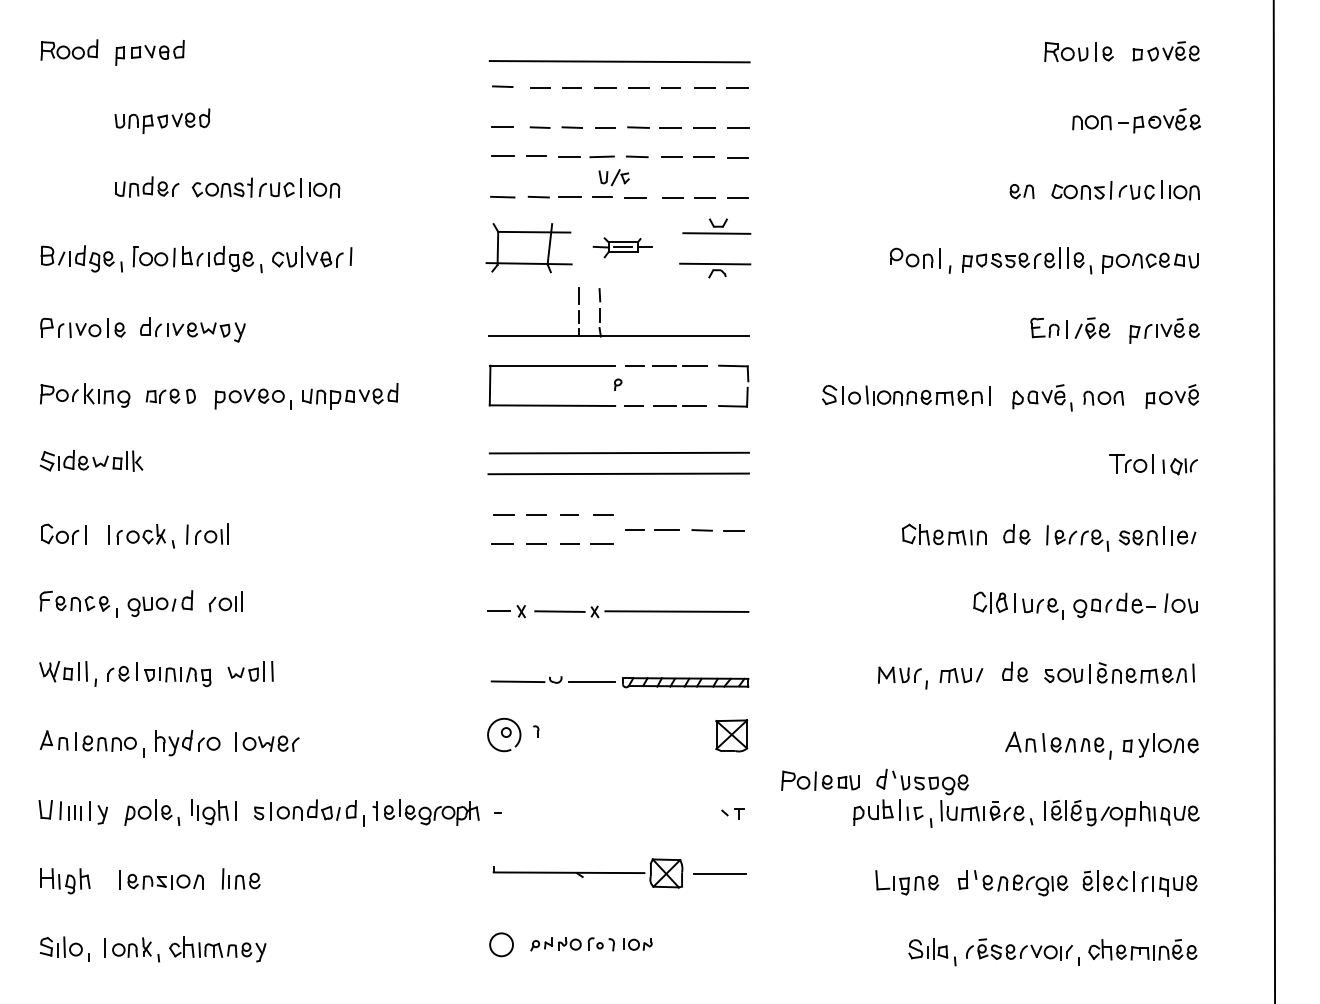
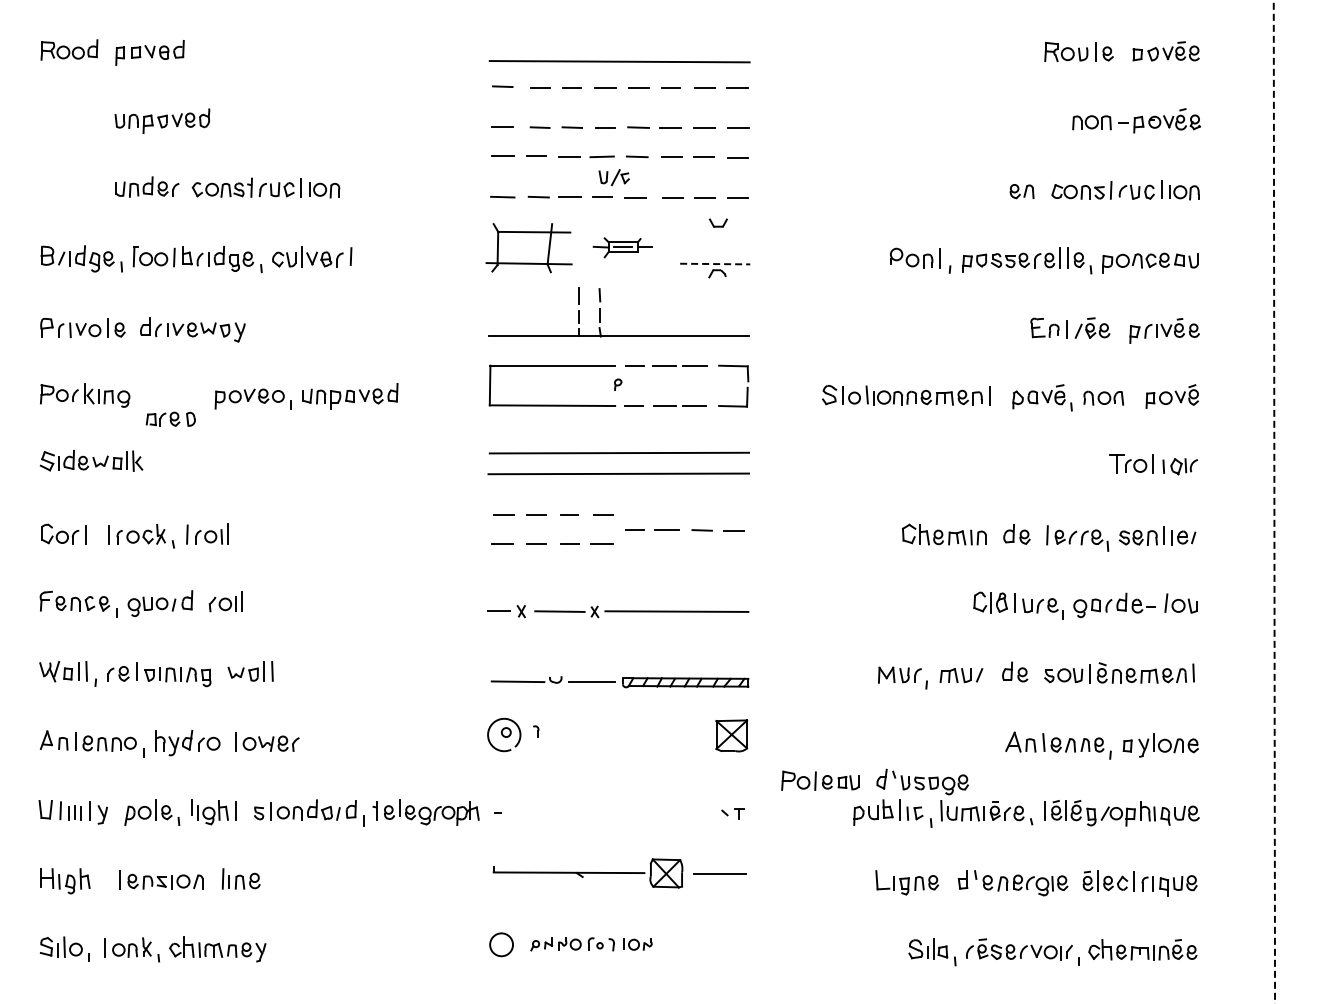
line at (716, 233): present -> none
line at (715, 264): solid -> dashed
part at (170, 395) position: (170, 395) -> (170, 418)
line at (1274, 502): solid -> dashed
